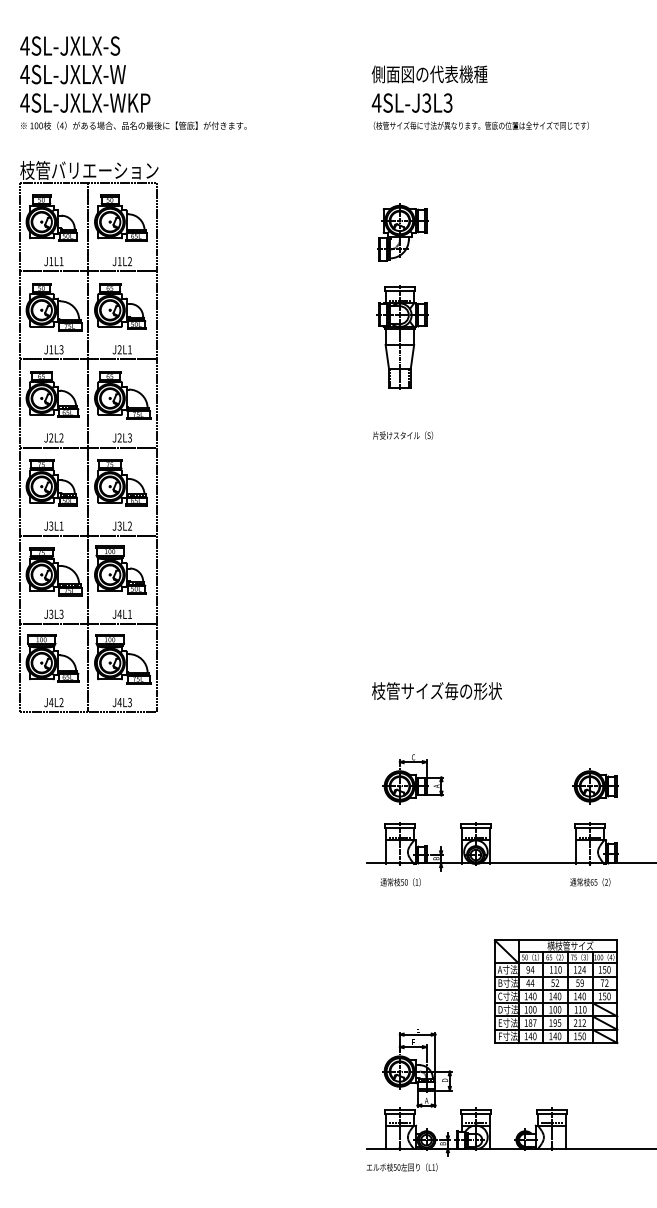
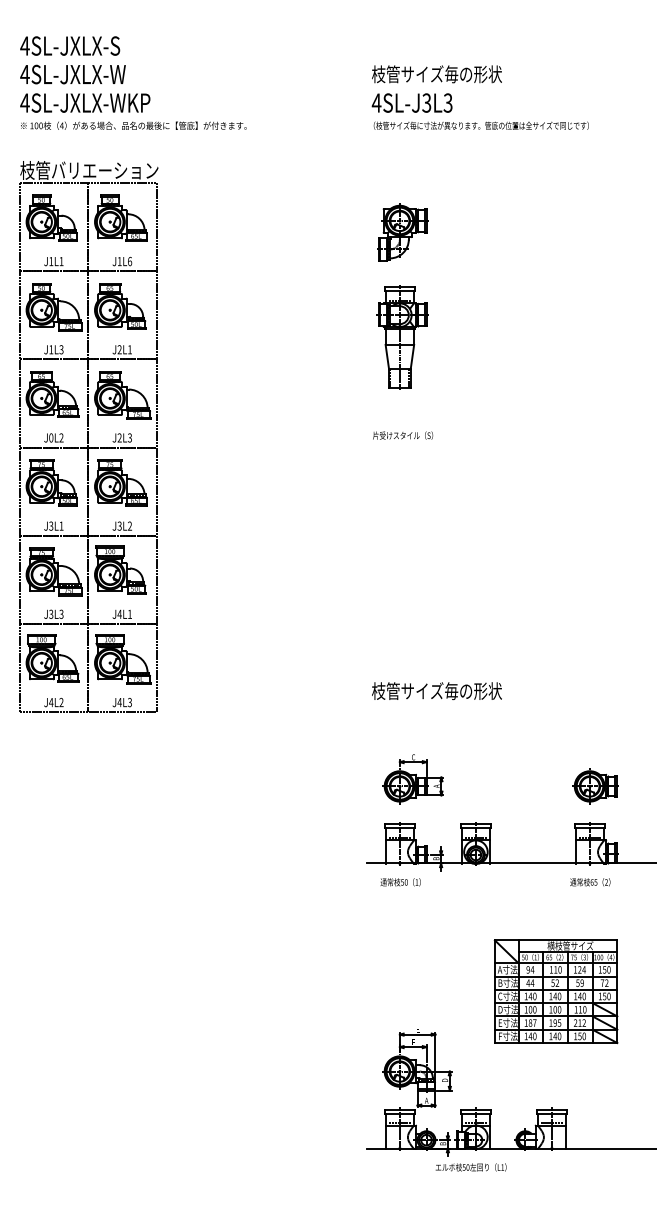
text at (436, 74): 側面図の代表機種 -> 枝管サイズ毎の形状
text at (129, 261): J1L2 -> J1L6
text at (51, 437): J2L2 -> J0L2
text at (401, 1167) position: (401, 1167) -> (470, 1167)
